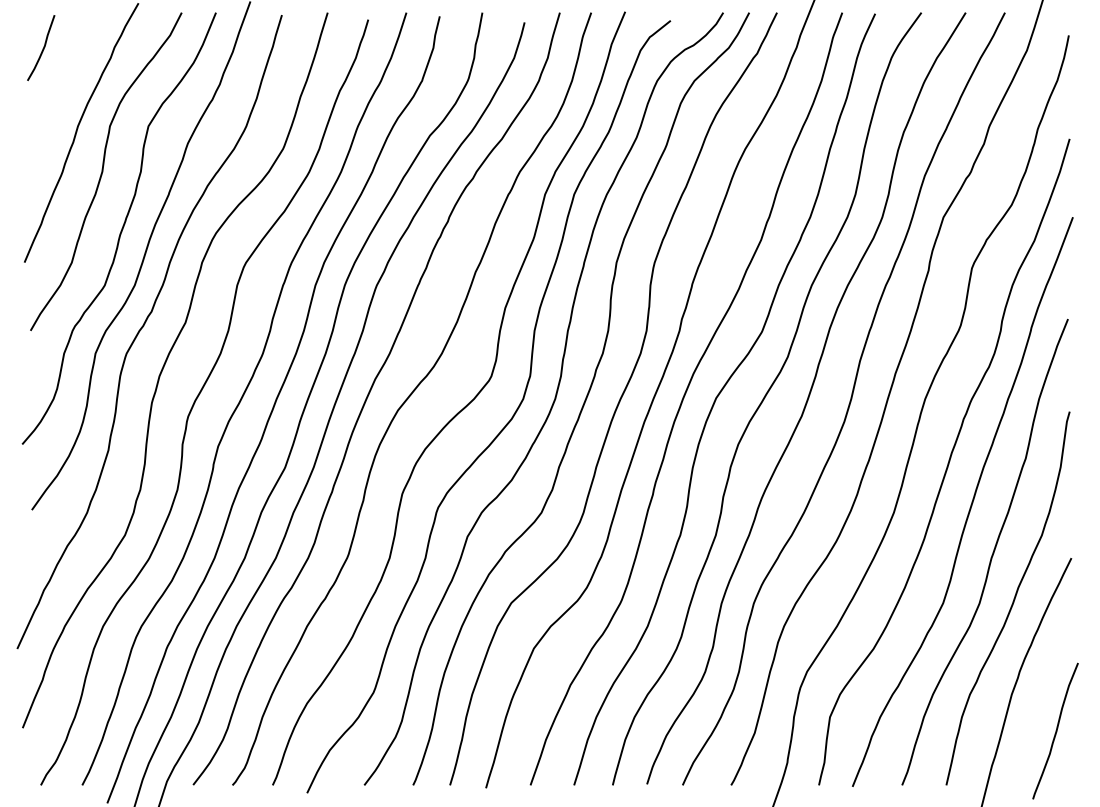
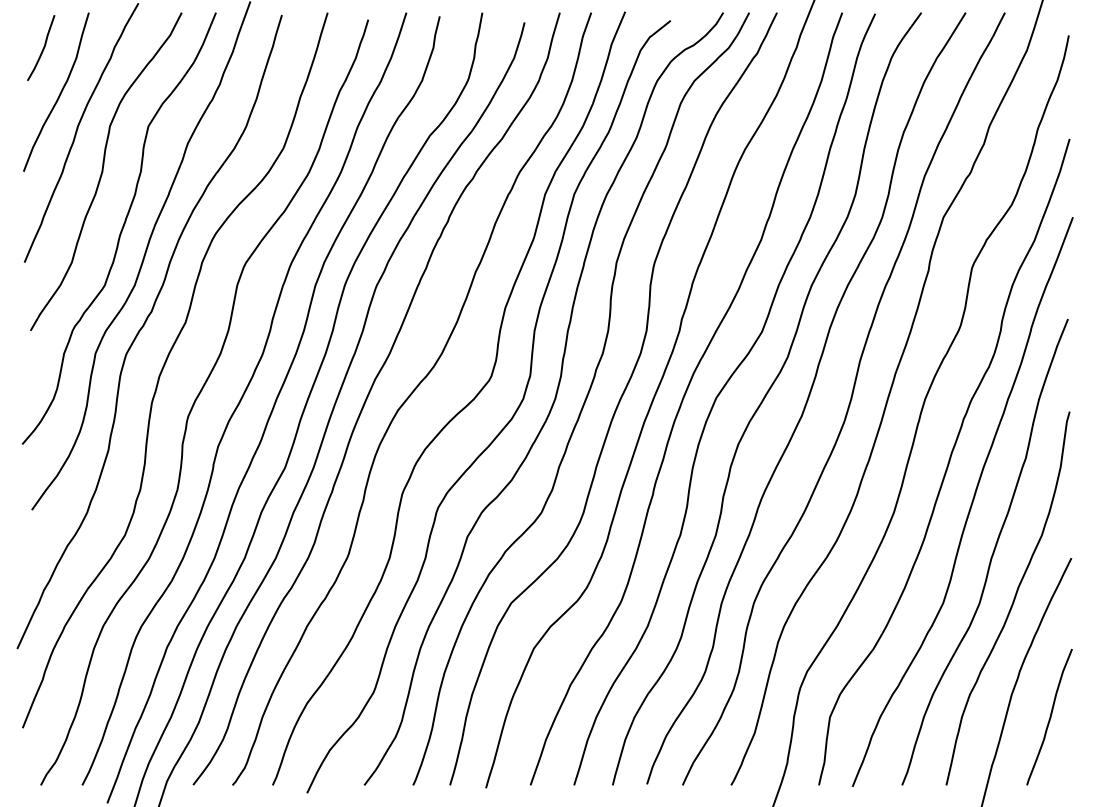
curve at (59, 93): none -> present
curve at (1055, 730) position: (1055, 730) -> (1049, 716)
